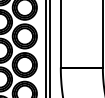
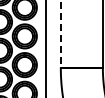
line at (60, 34): solid -> dashed
line at (49, 48): present -> none
